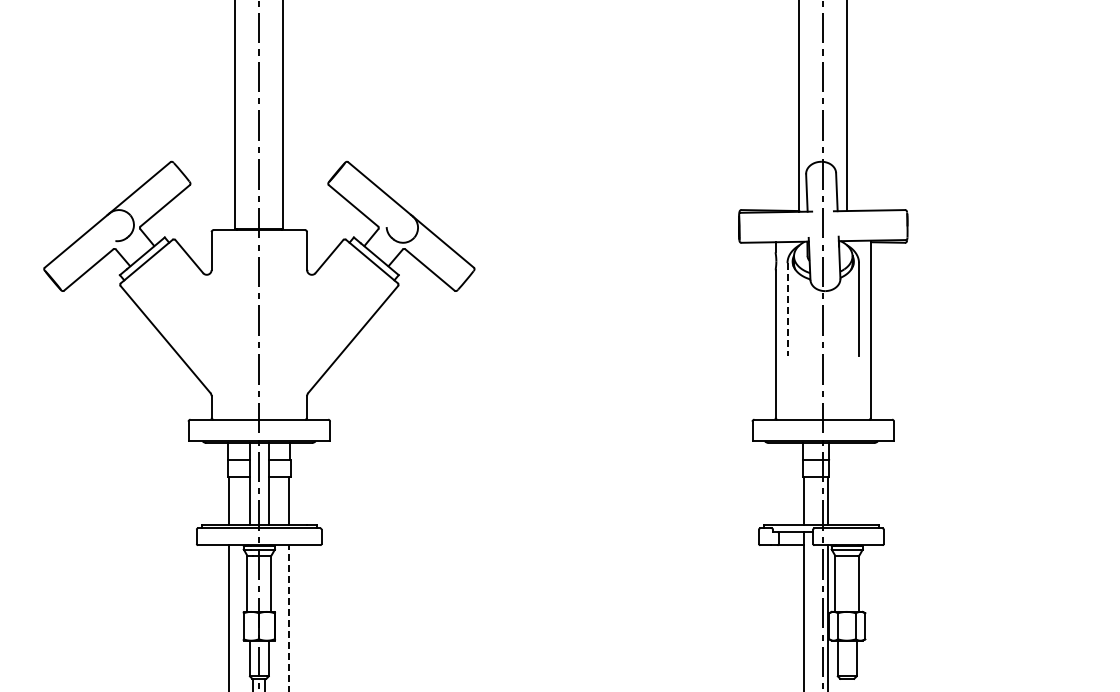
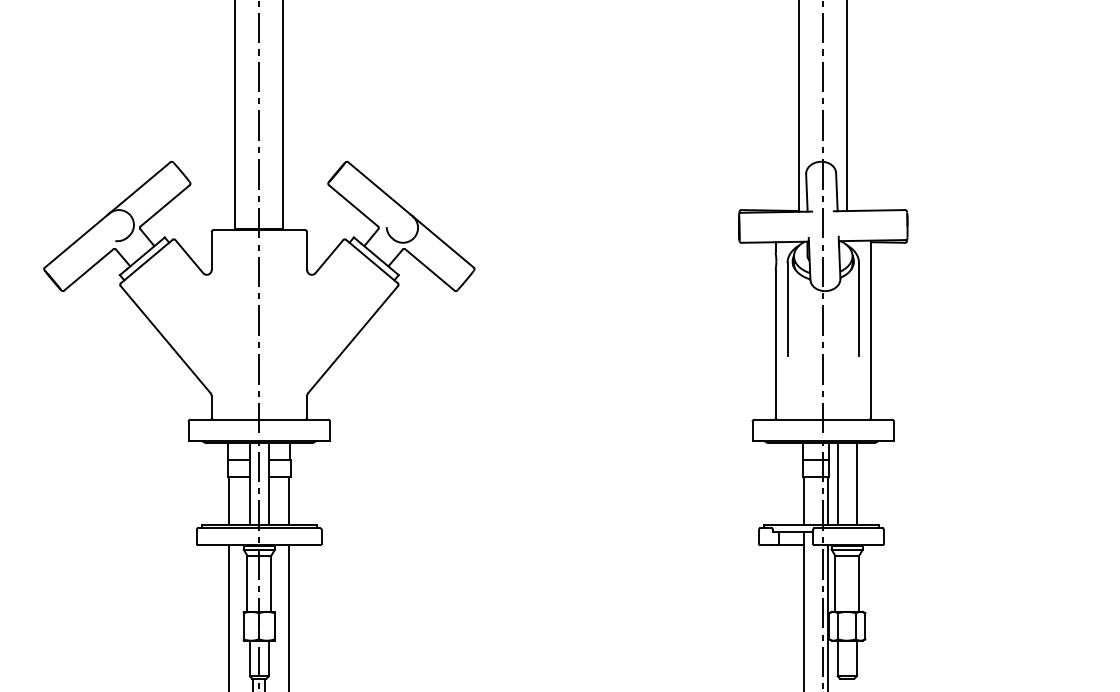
line at (787, 309): dashed -> solid
line at (837, 483): none -> present
line at (856, 483): none -> present
line at (289, 618): dashed -> solid
